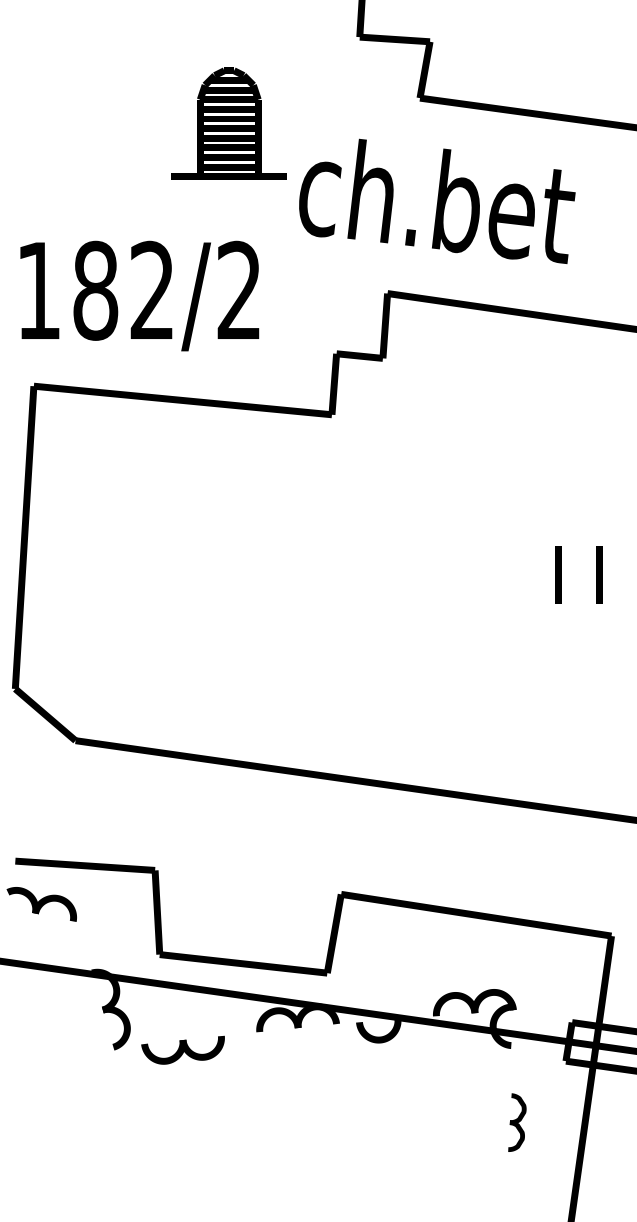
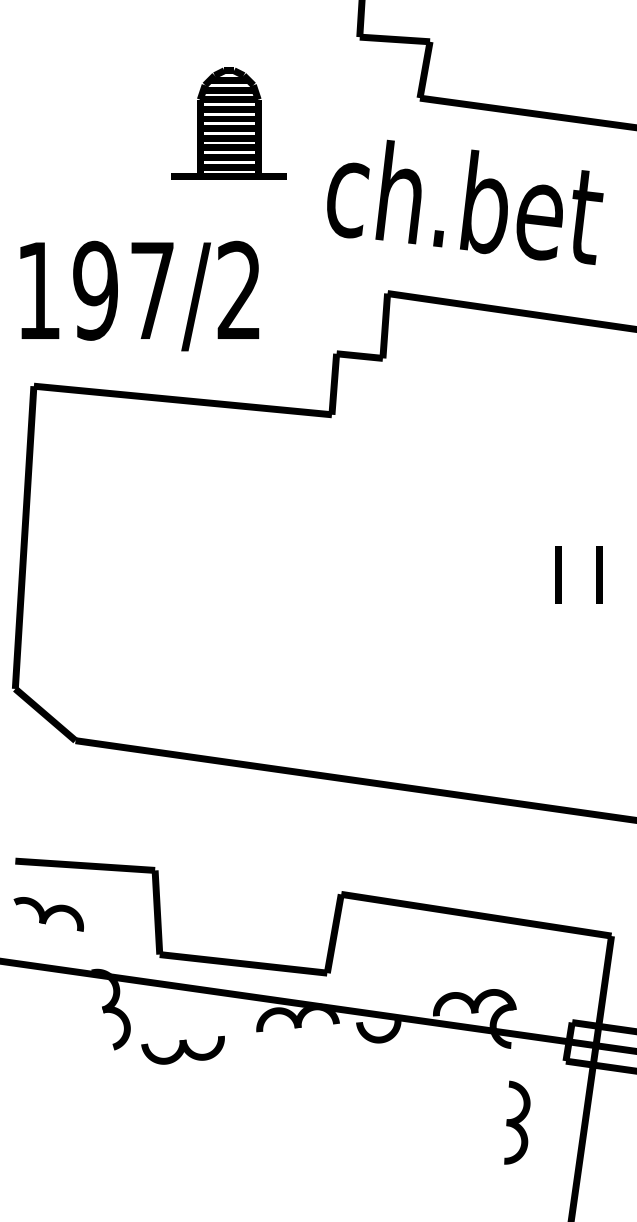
text at (437, 200) position: (437, 200) -> (465, 201)
text at (123, 290): 182/2 -> 197/2
part at (41, 904) position: (41, 904) -> (48, 914)
part at (517, 1122) size: 19x59 px -> 27x85 px
